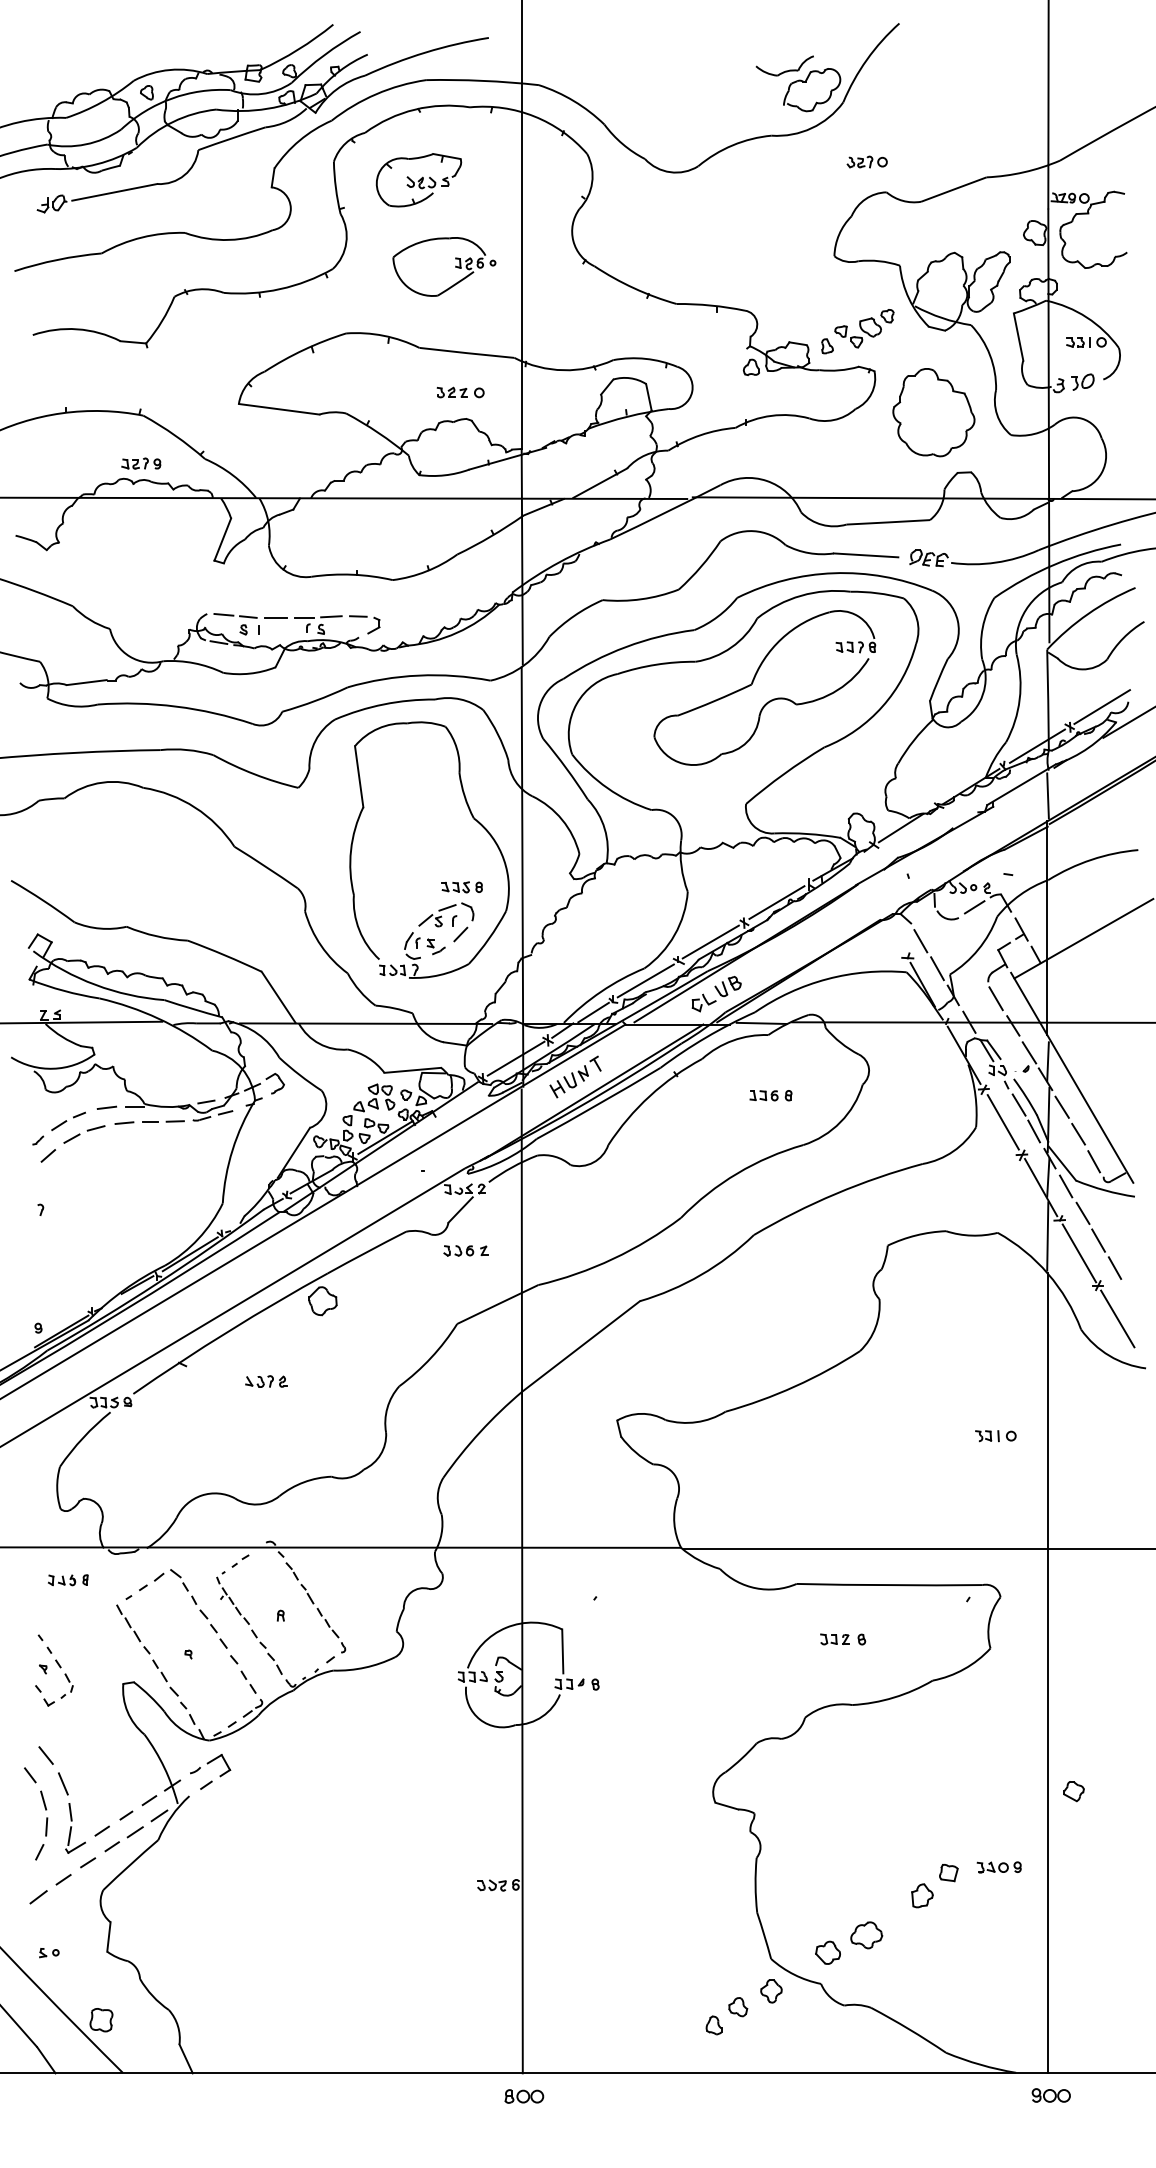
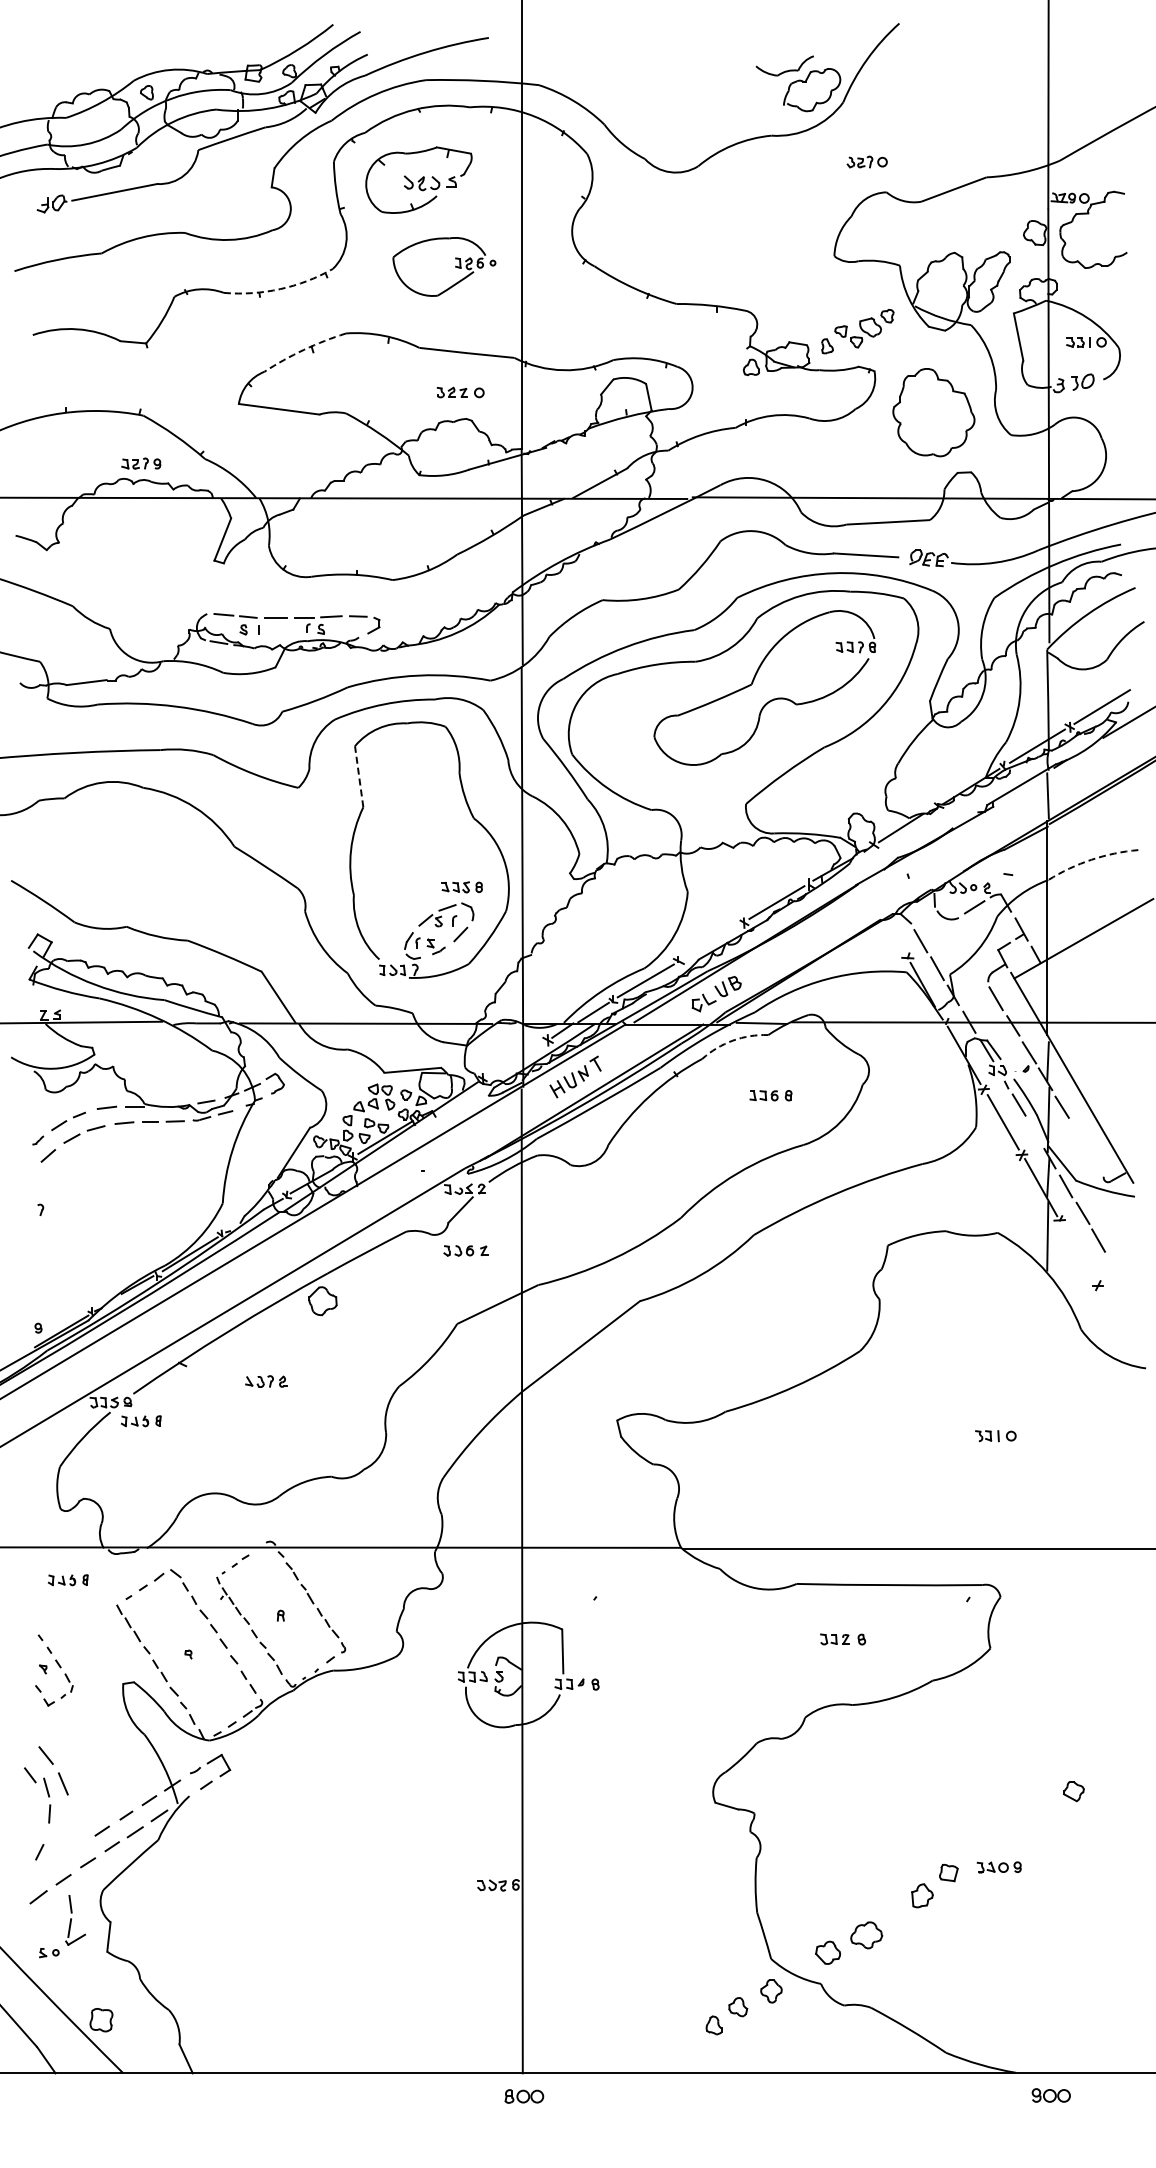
part at (418, 180) size: 88x55 px -> 108x68 px
arc at (280, 289): solid -> dashed
arc at (304, 349): solid -> dashed
line at (359, 776): solid -> dashed
arc at (1091, 859): solid -> dashed
line at (710, 941): present -> none
arc at (732, 1040): solid -> dashed
line at (515, 1058): present -> none
line at (1033, 1131): present -> none
line at (1078, 1133): present -> none
line at (1093, 1161): present -> none
line at (1079, 1253): present -> none
line at (1114, 1267): present -> none
line at (1117, 1318): present -> none
part at (141, 1421): none -> present
line at (1048, 1673): present -> none
part at (44, 1813) position: (44, 1813) -> (47, 1800)
part at (75, 1828) position: (75, 1828) -> (75, 1920)
